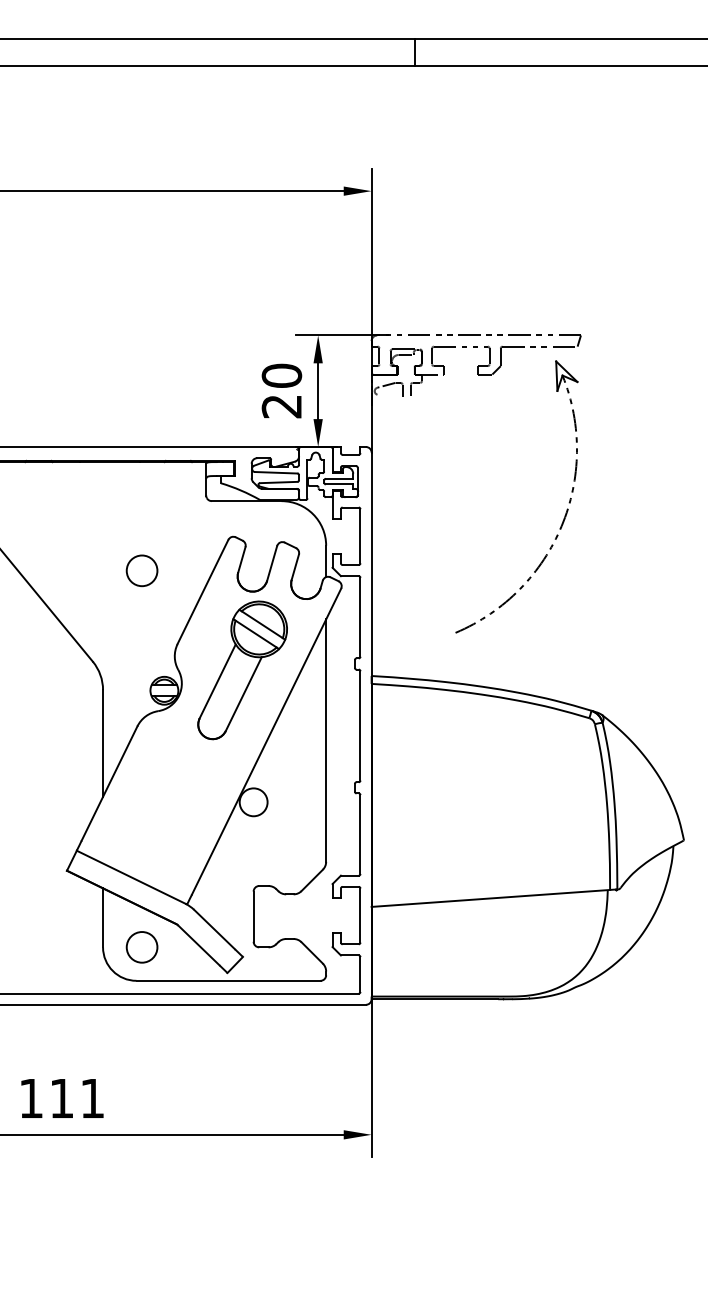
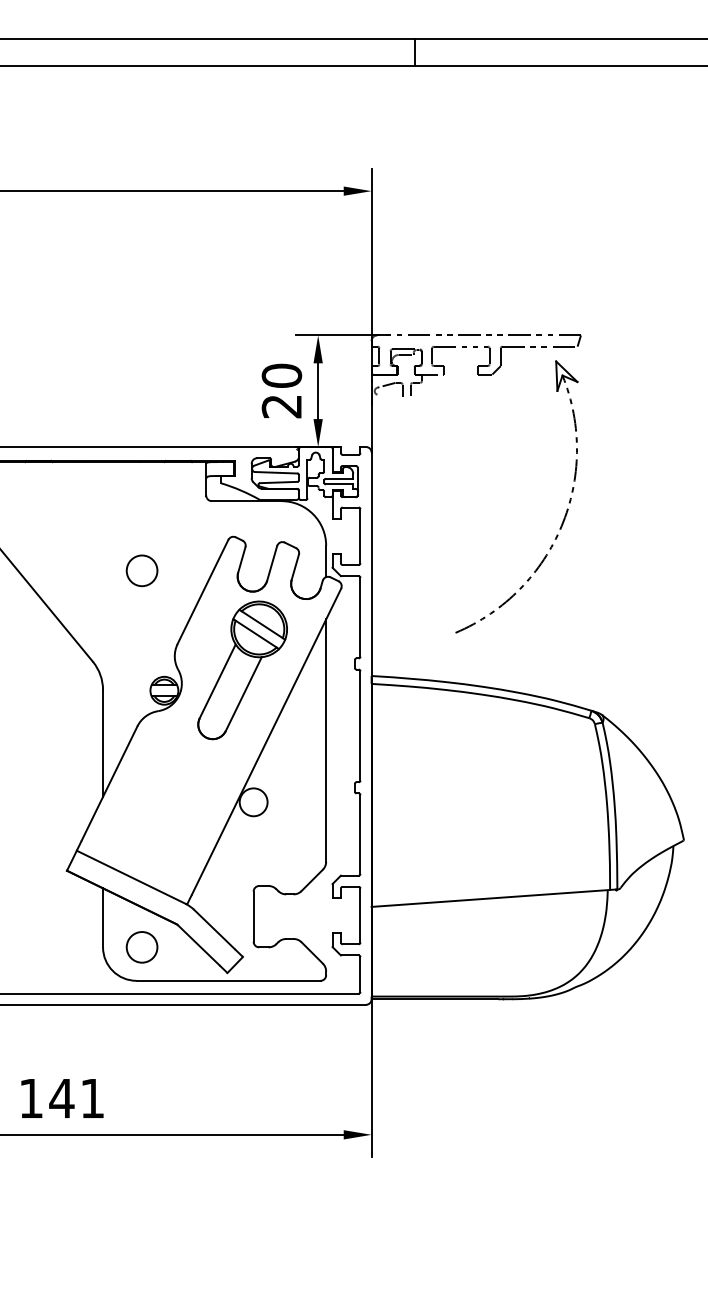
text at (61, 1098): 111 -> 141
